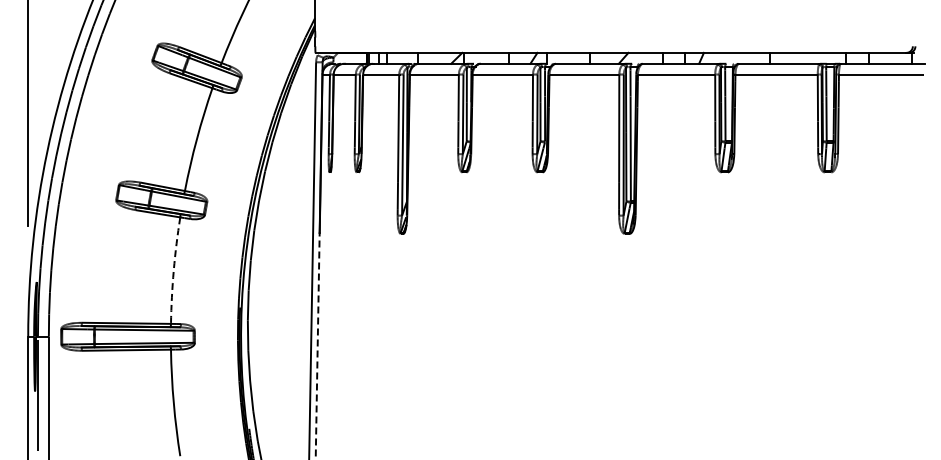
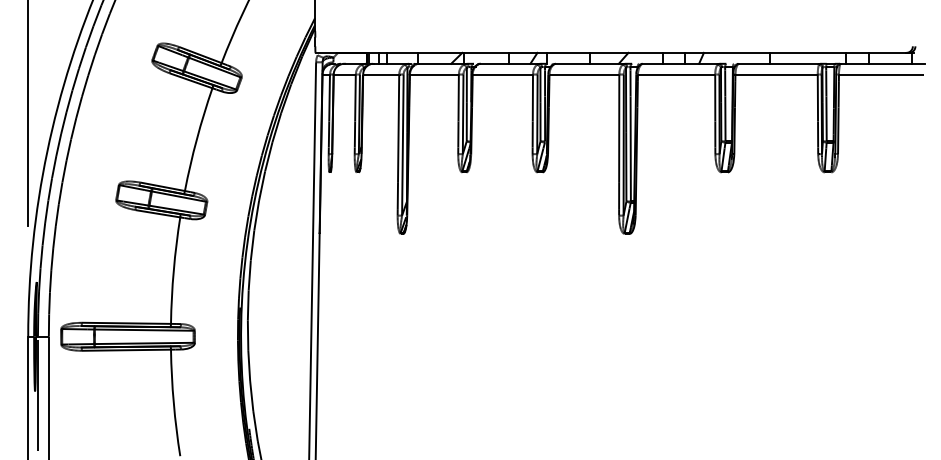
arc at (173, 270): dashed -> solid
line at (317, 346): dashed -> solid
